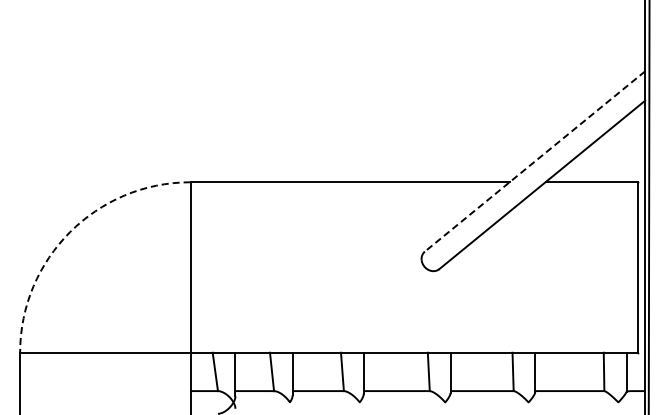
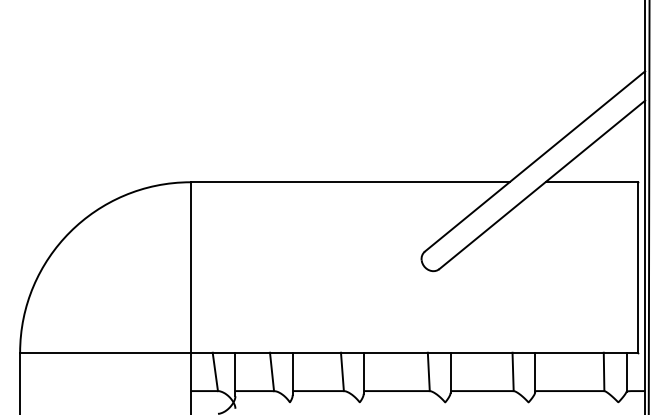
line at (534, 161): dashed -> solid
arc at (70, 232): dashed -> solid
